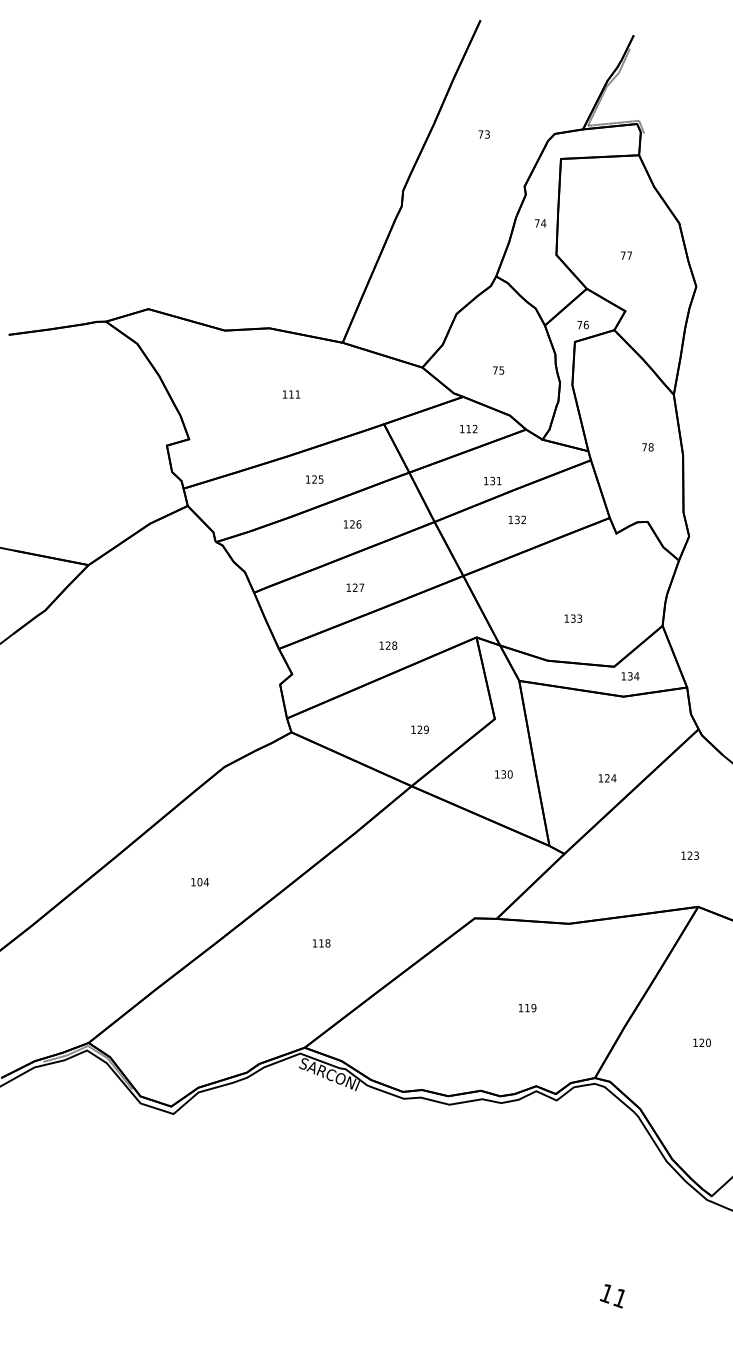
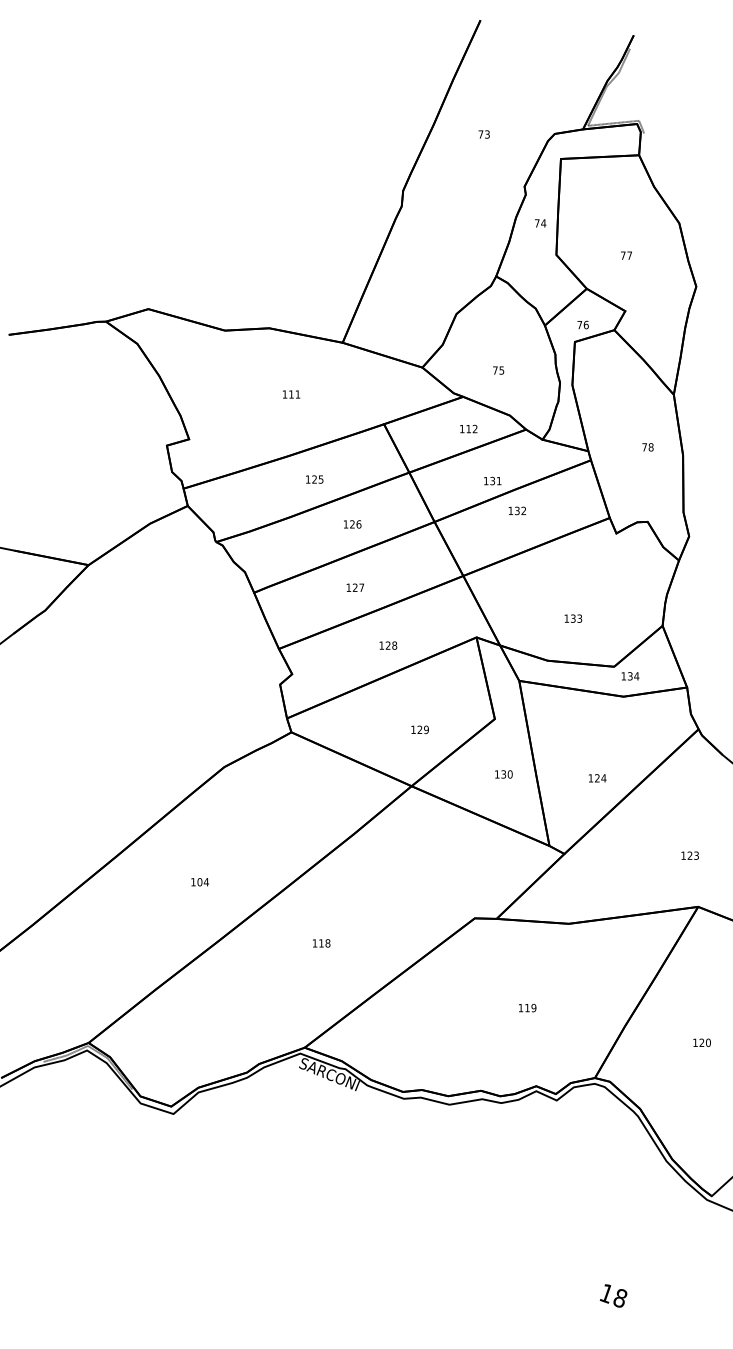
text at (516, 519) position: (516, 519) -> (516, 510)
text at (607, 778) position: (607, 778) -> (597, 778)
text at (620, 1298): 11 -> 18
